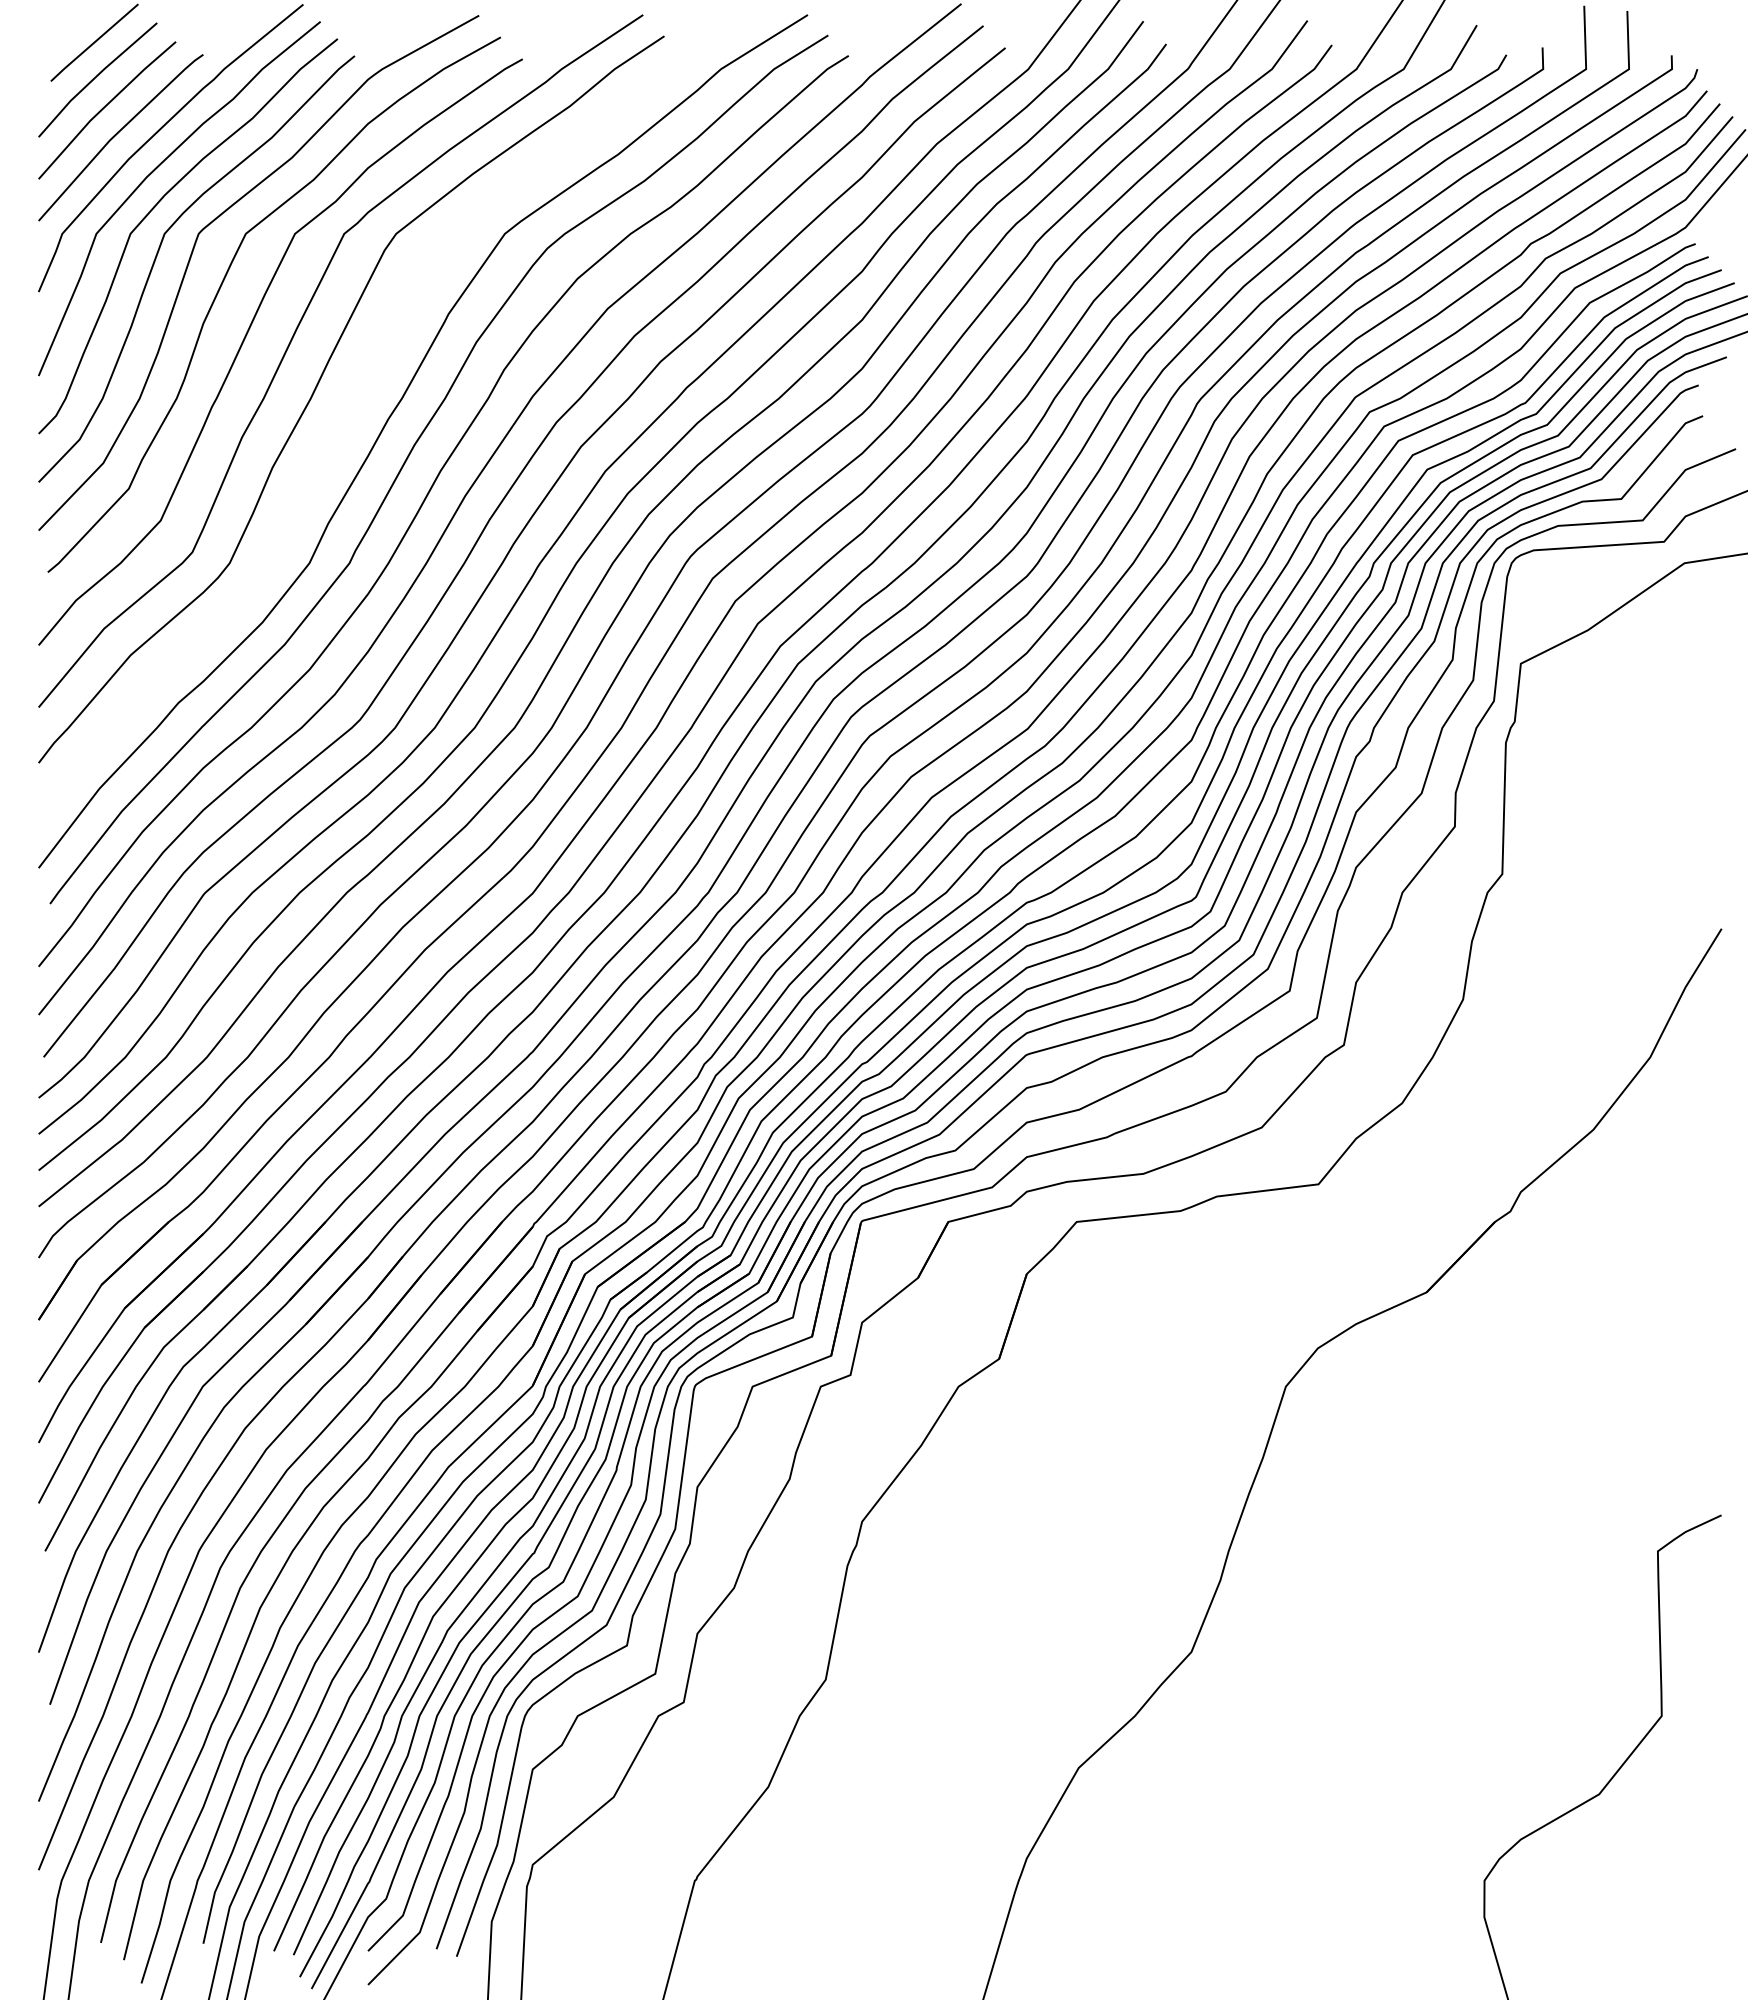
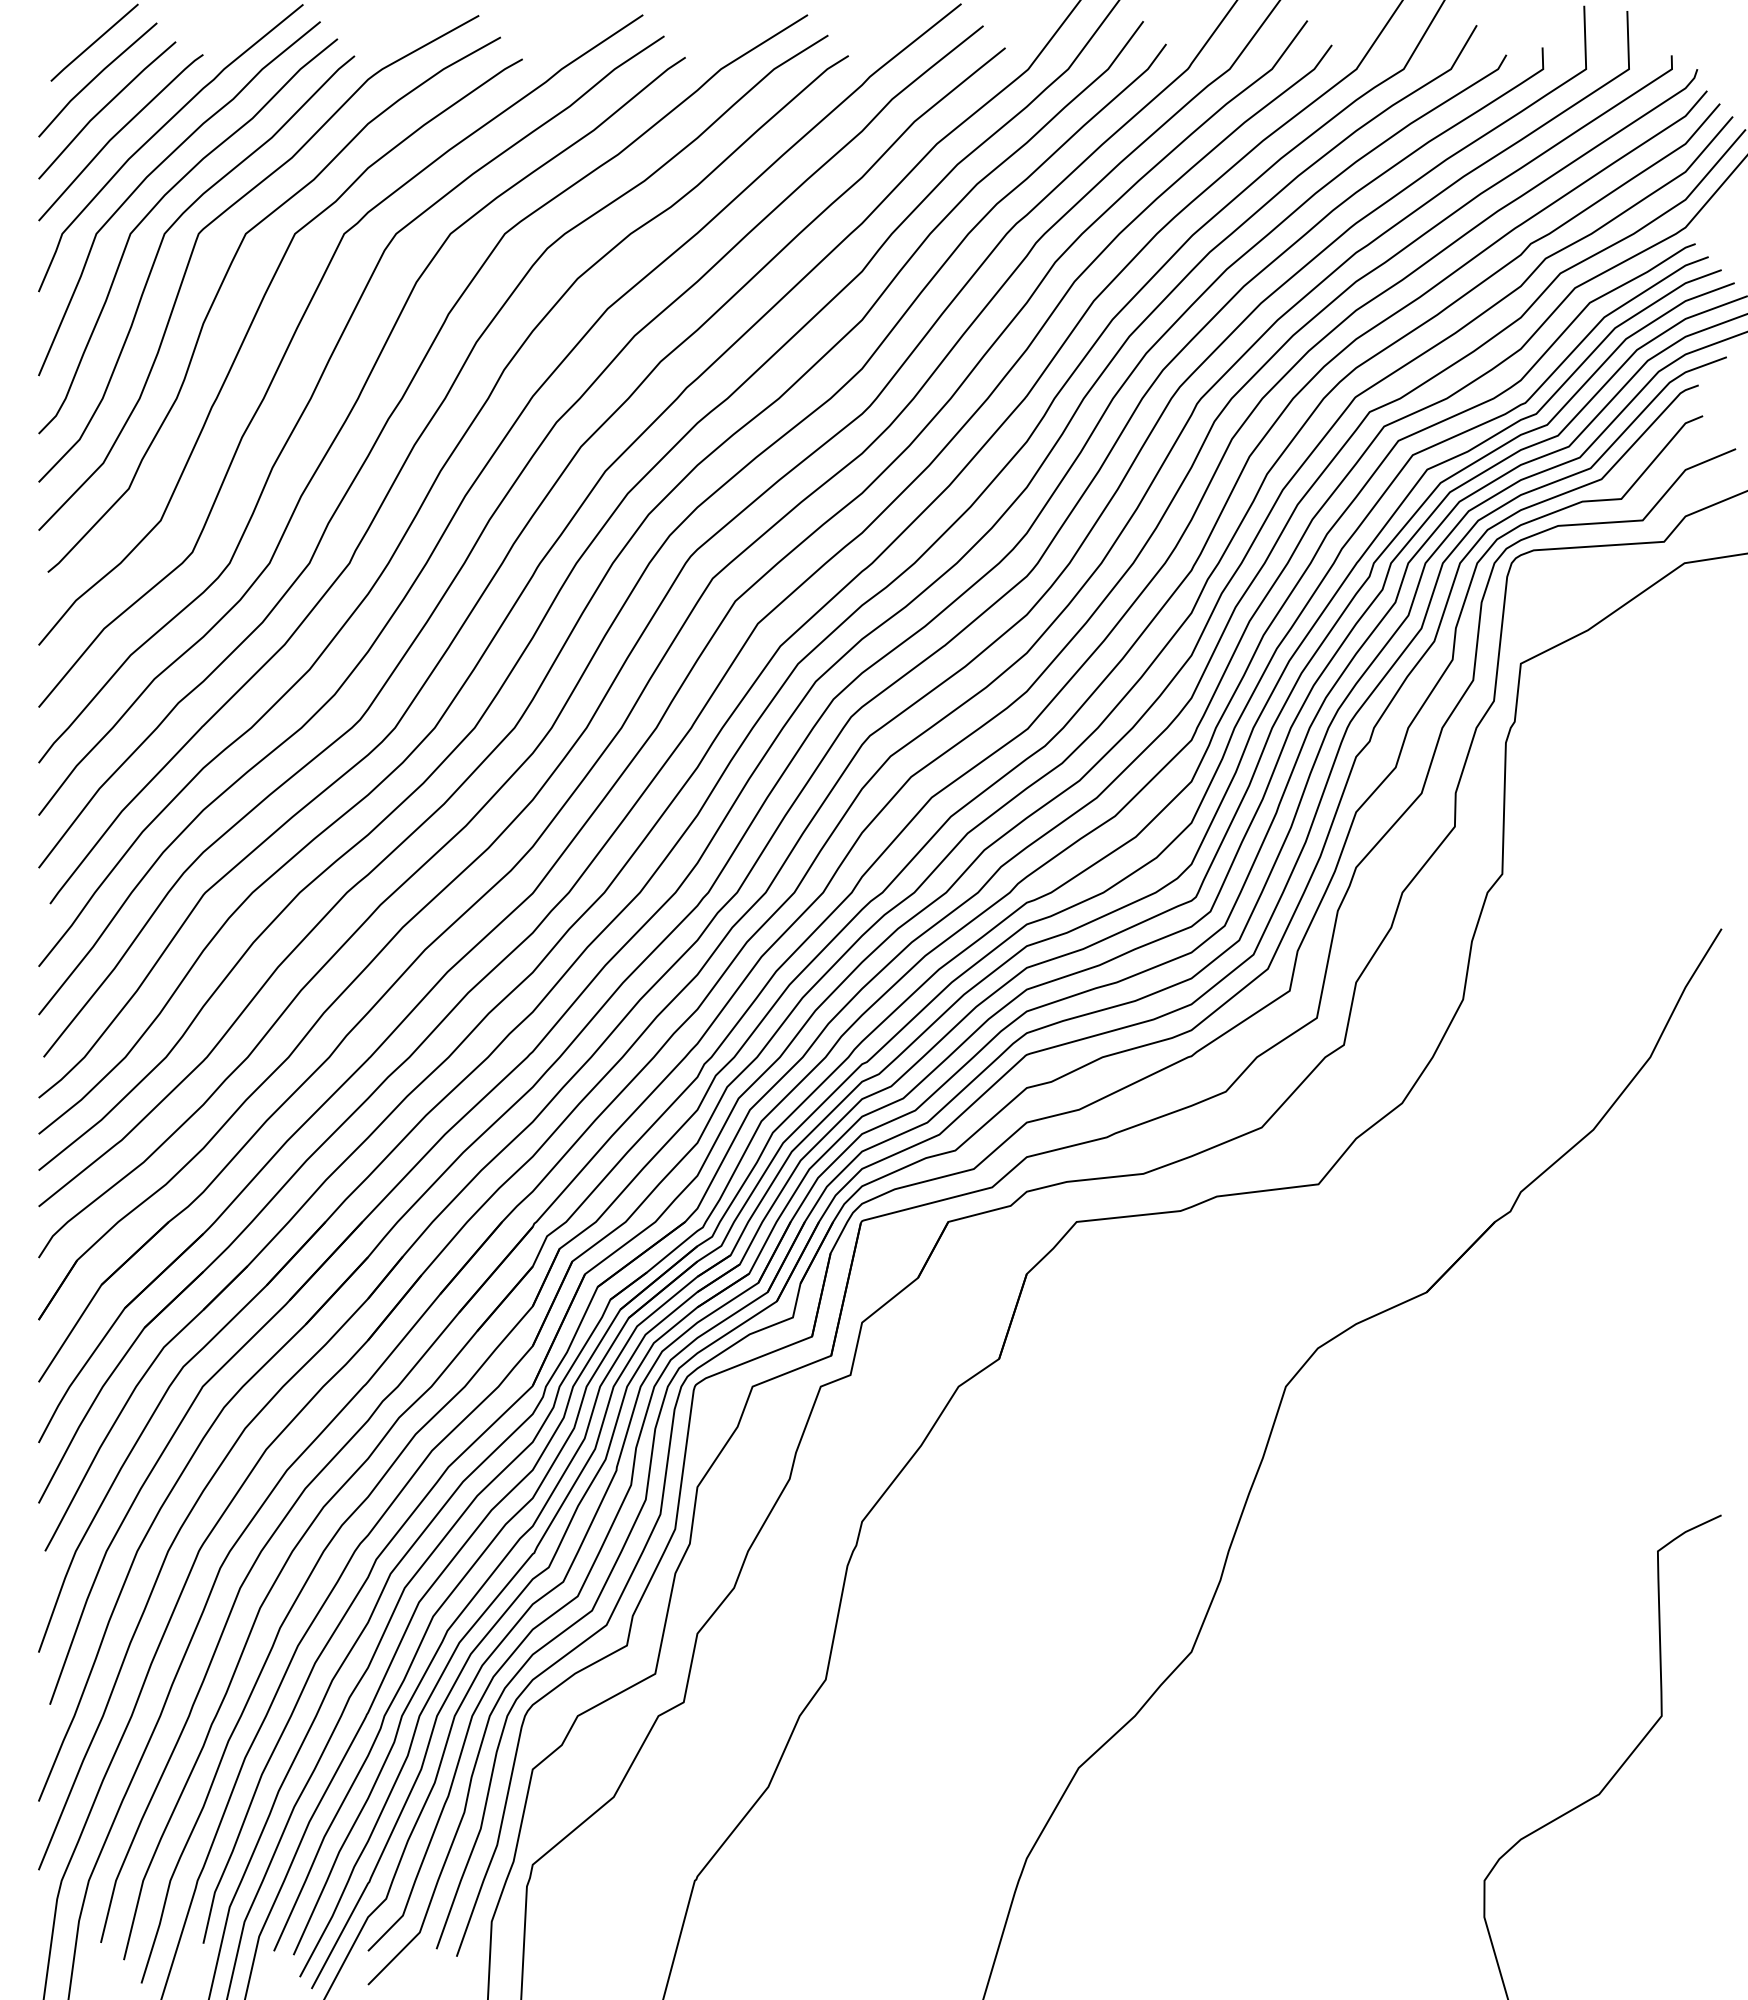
curve at (343, 426): none -> present
